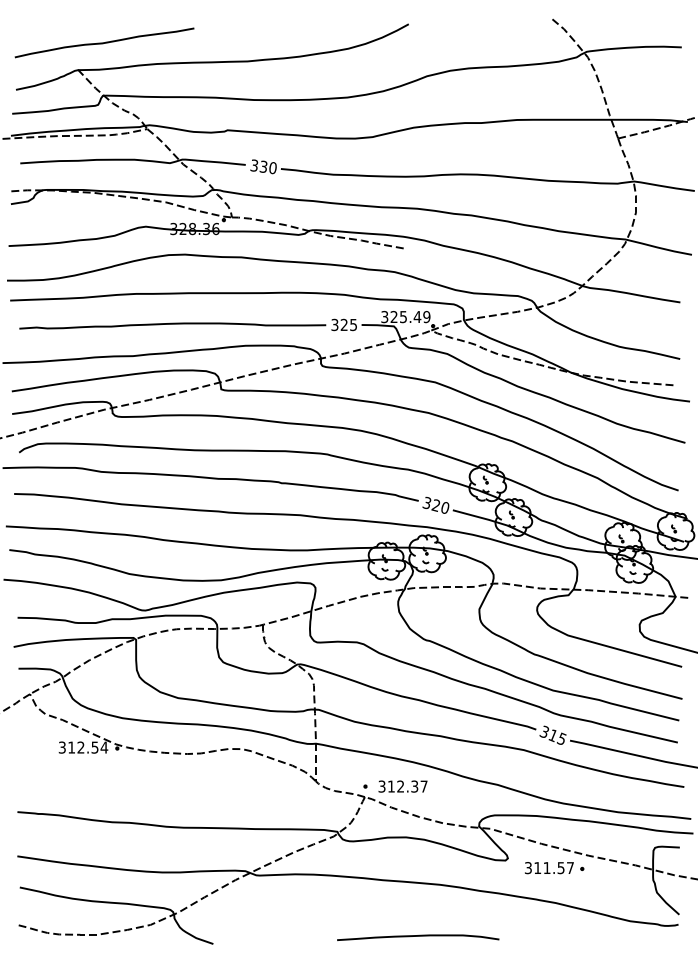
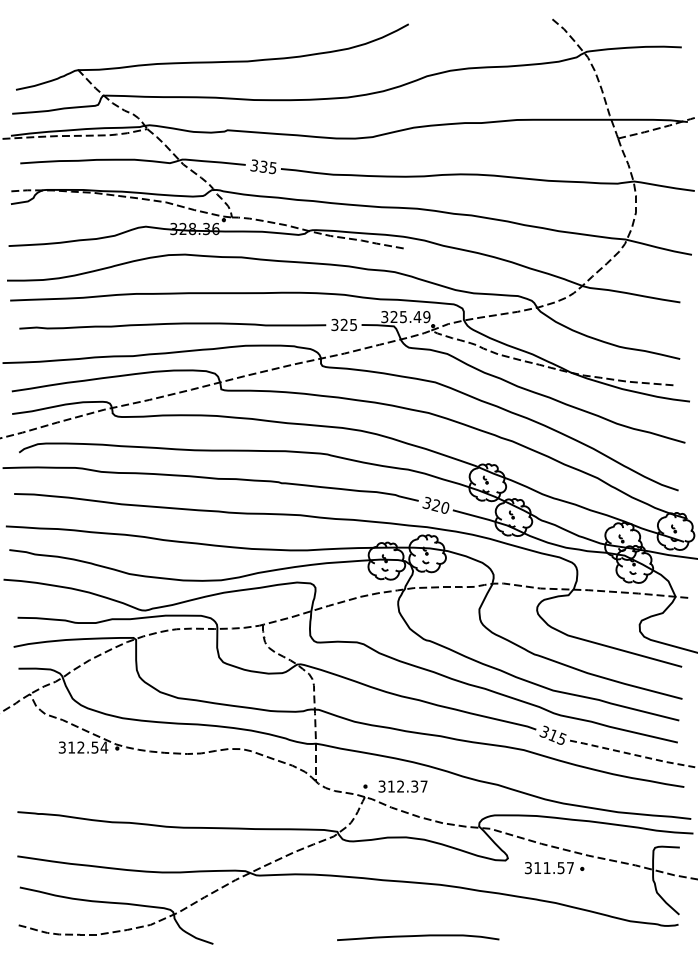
curve at (104, 42): present -> none
text at (272, 167): 330 -> 335
line at (633, 754): solid -> dashed
